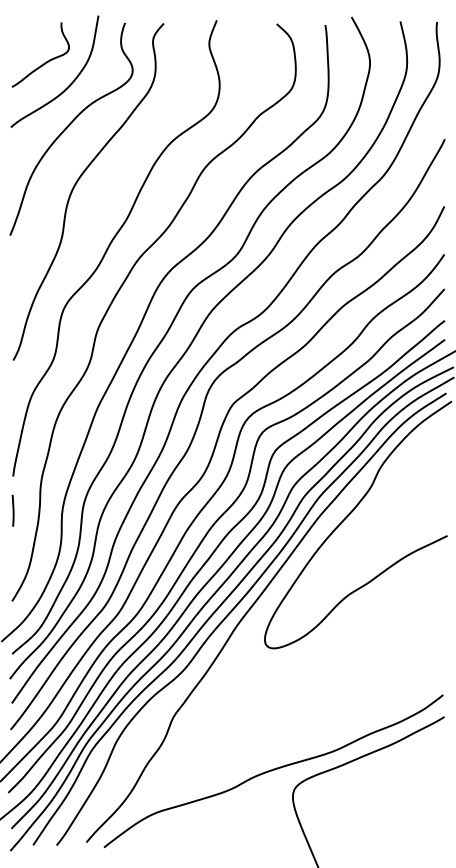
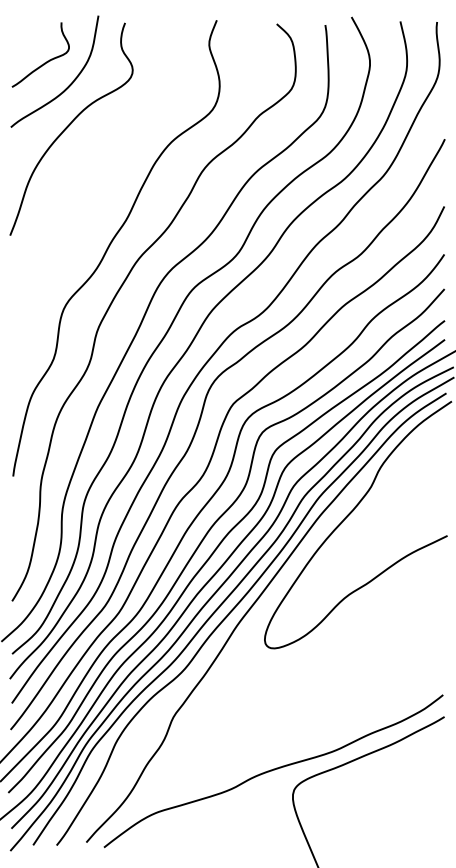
curve at (77, 183): present -> none
line at (12, 510): present -> none
